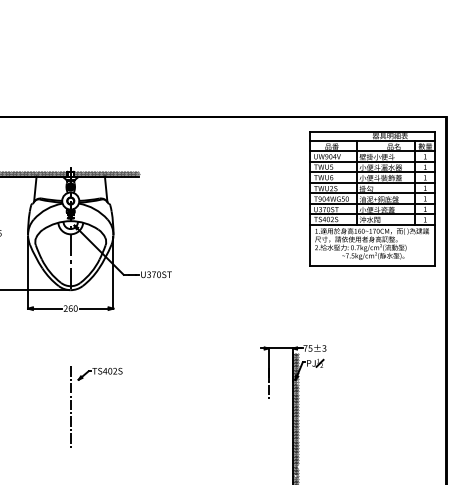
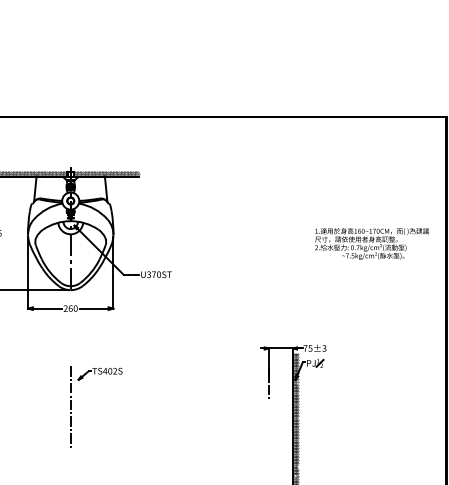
part at (372, 198): present -> none
